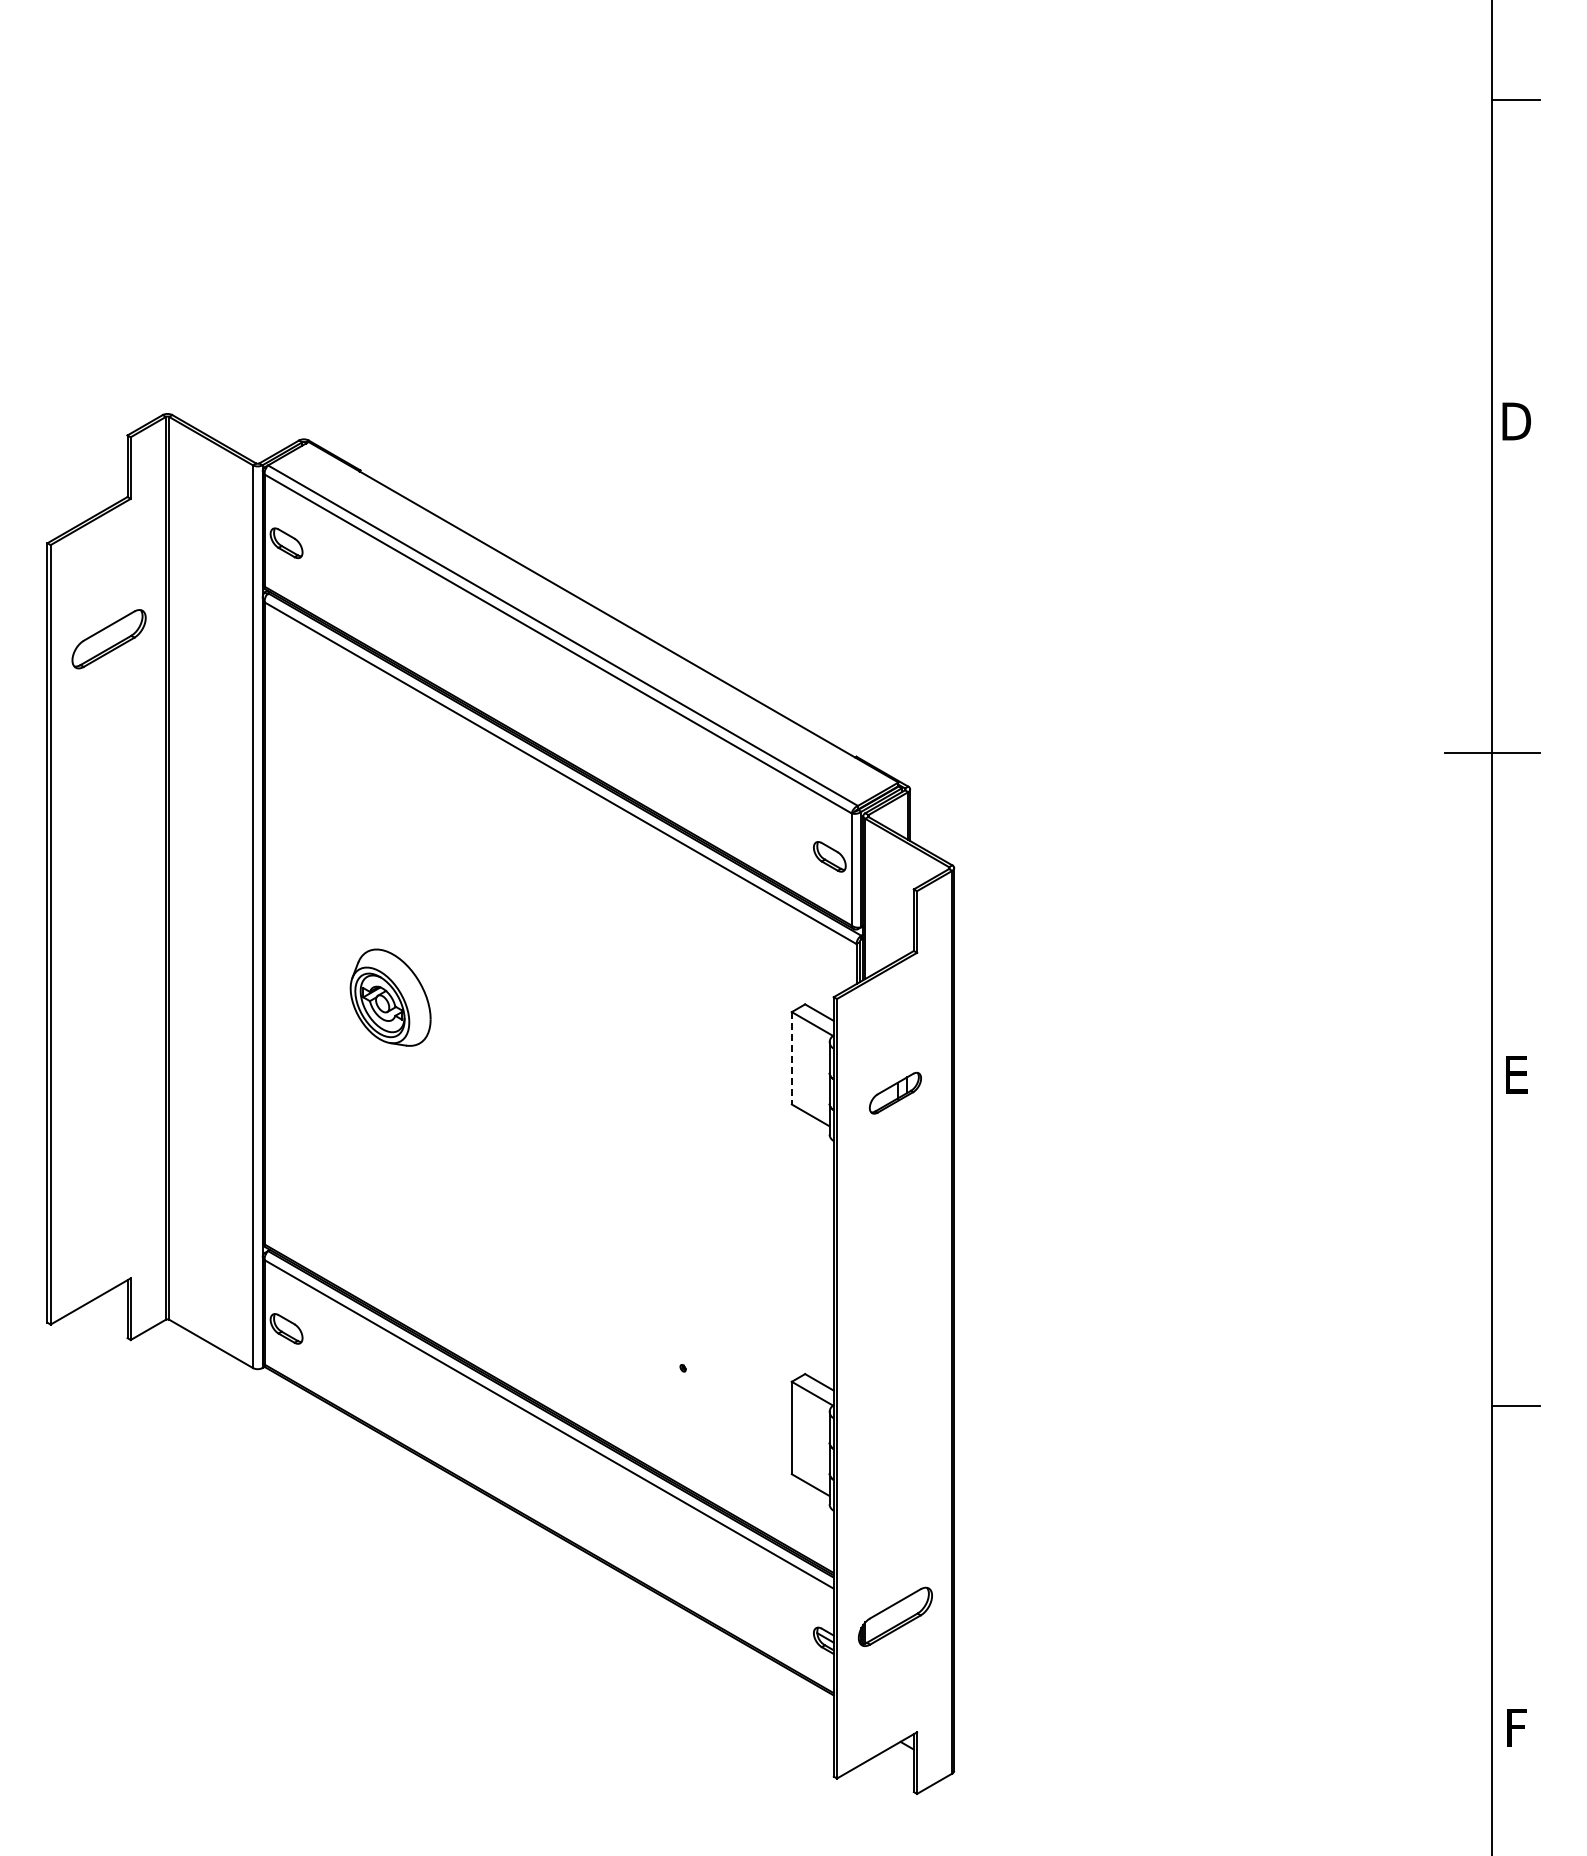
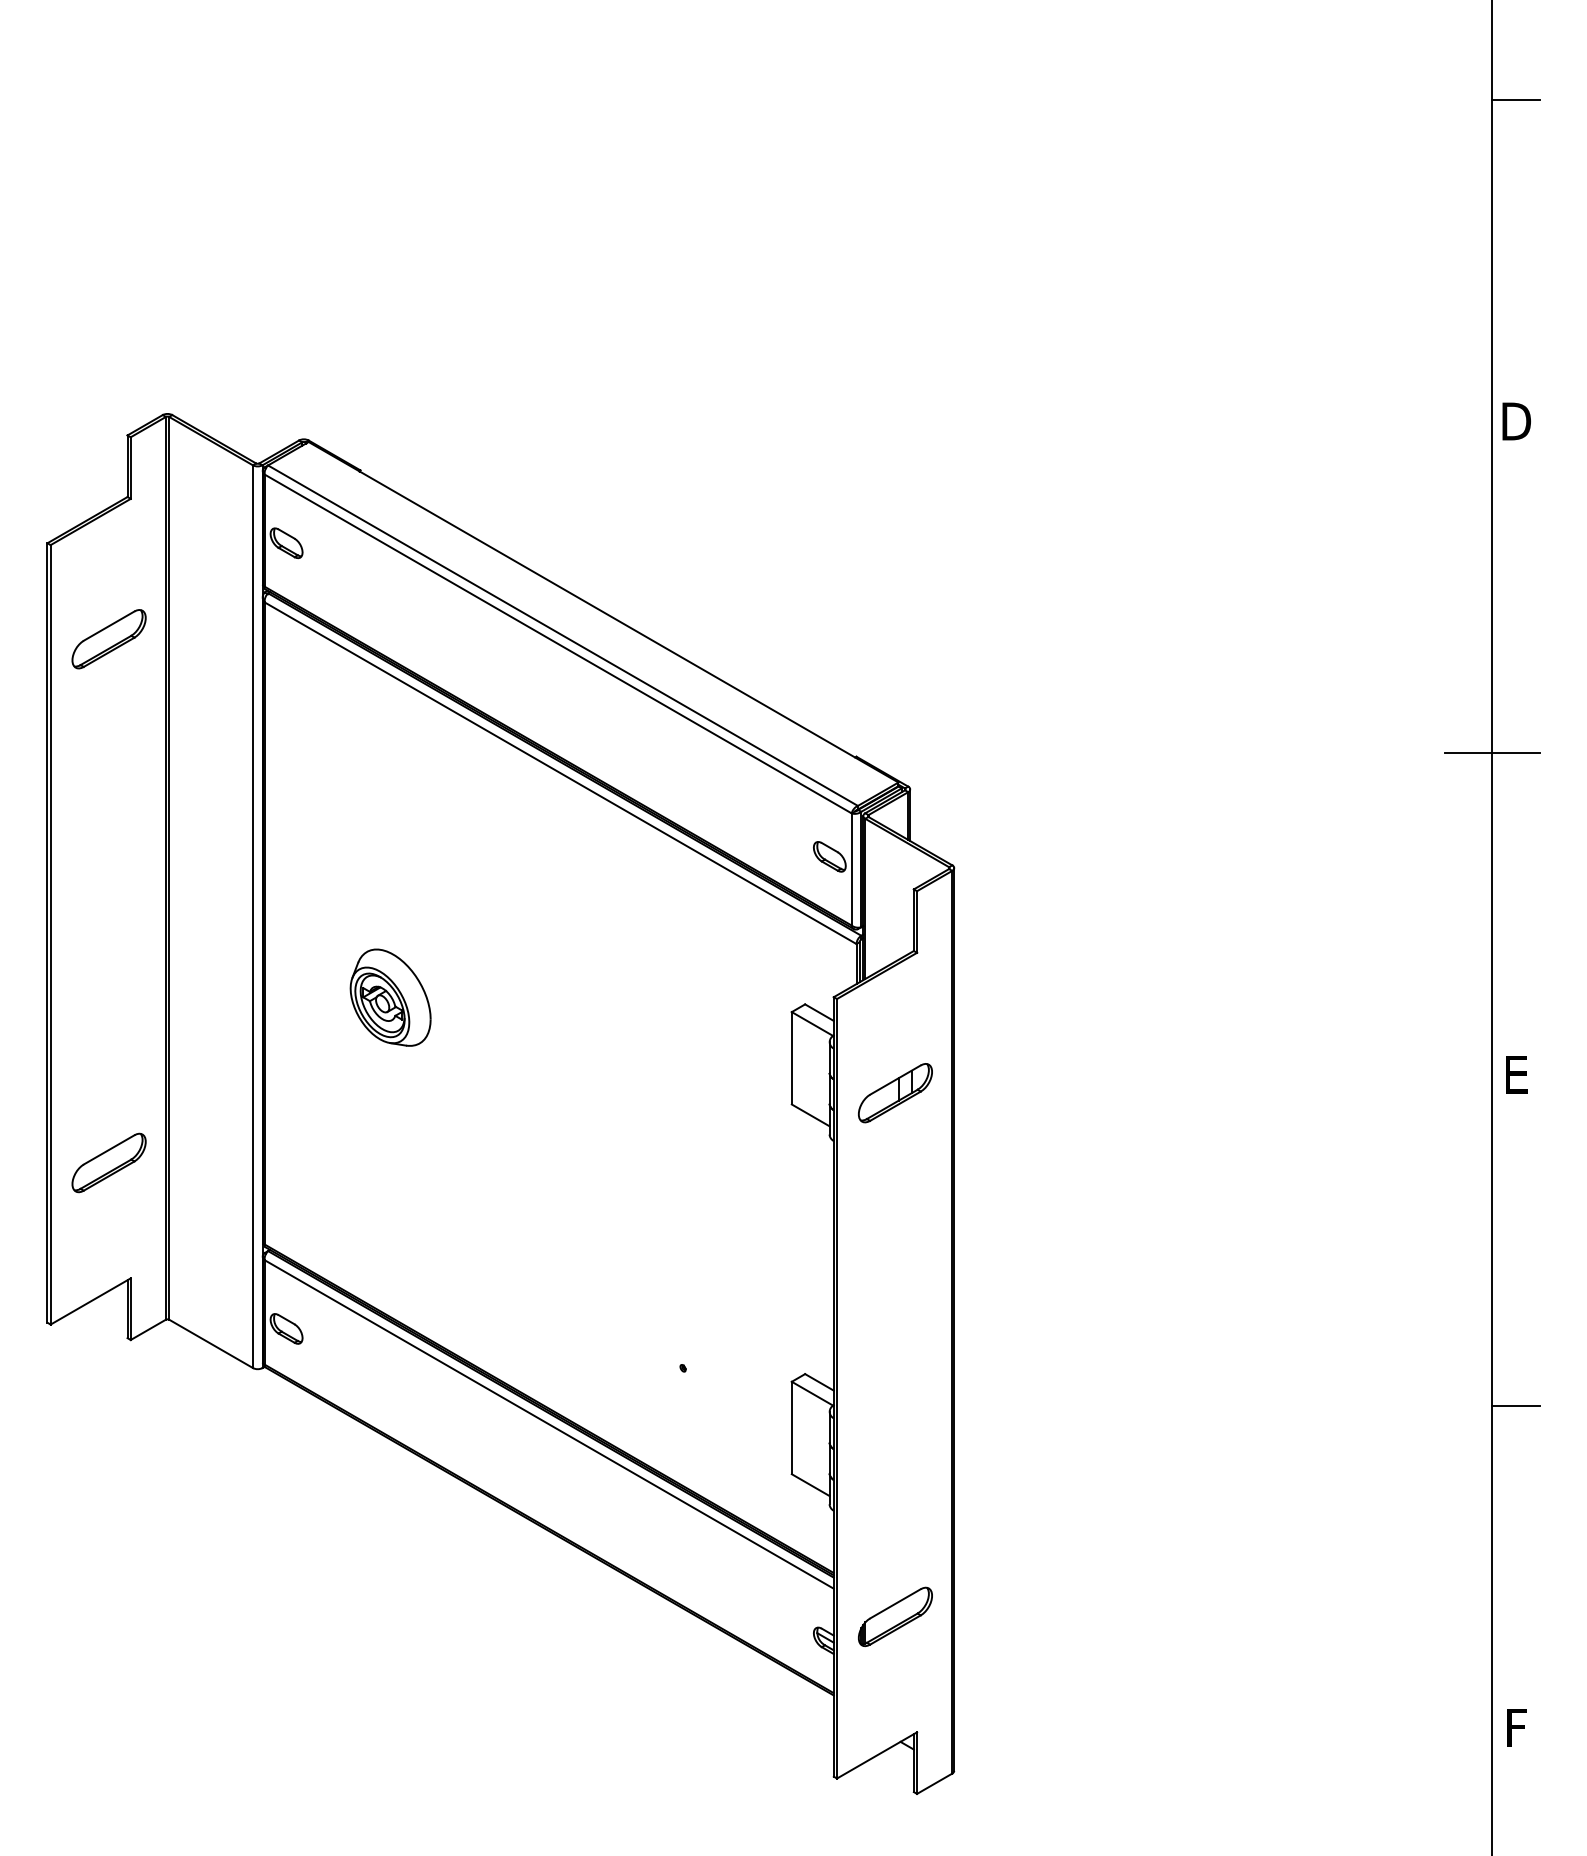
line at (791, 1058): dashed -> solid
part at (895, 1092) size: 53x44 px -> 75x61 px
part at (108, 1162): none -> present
